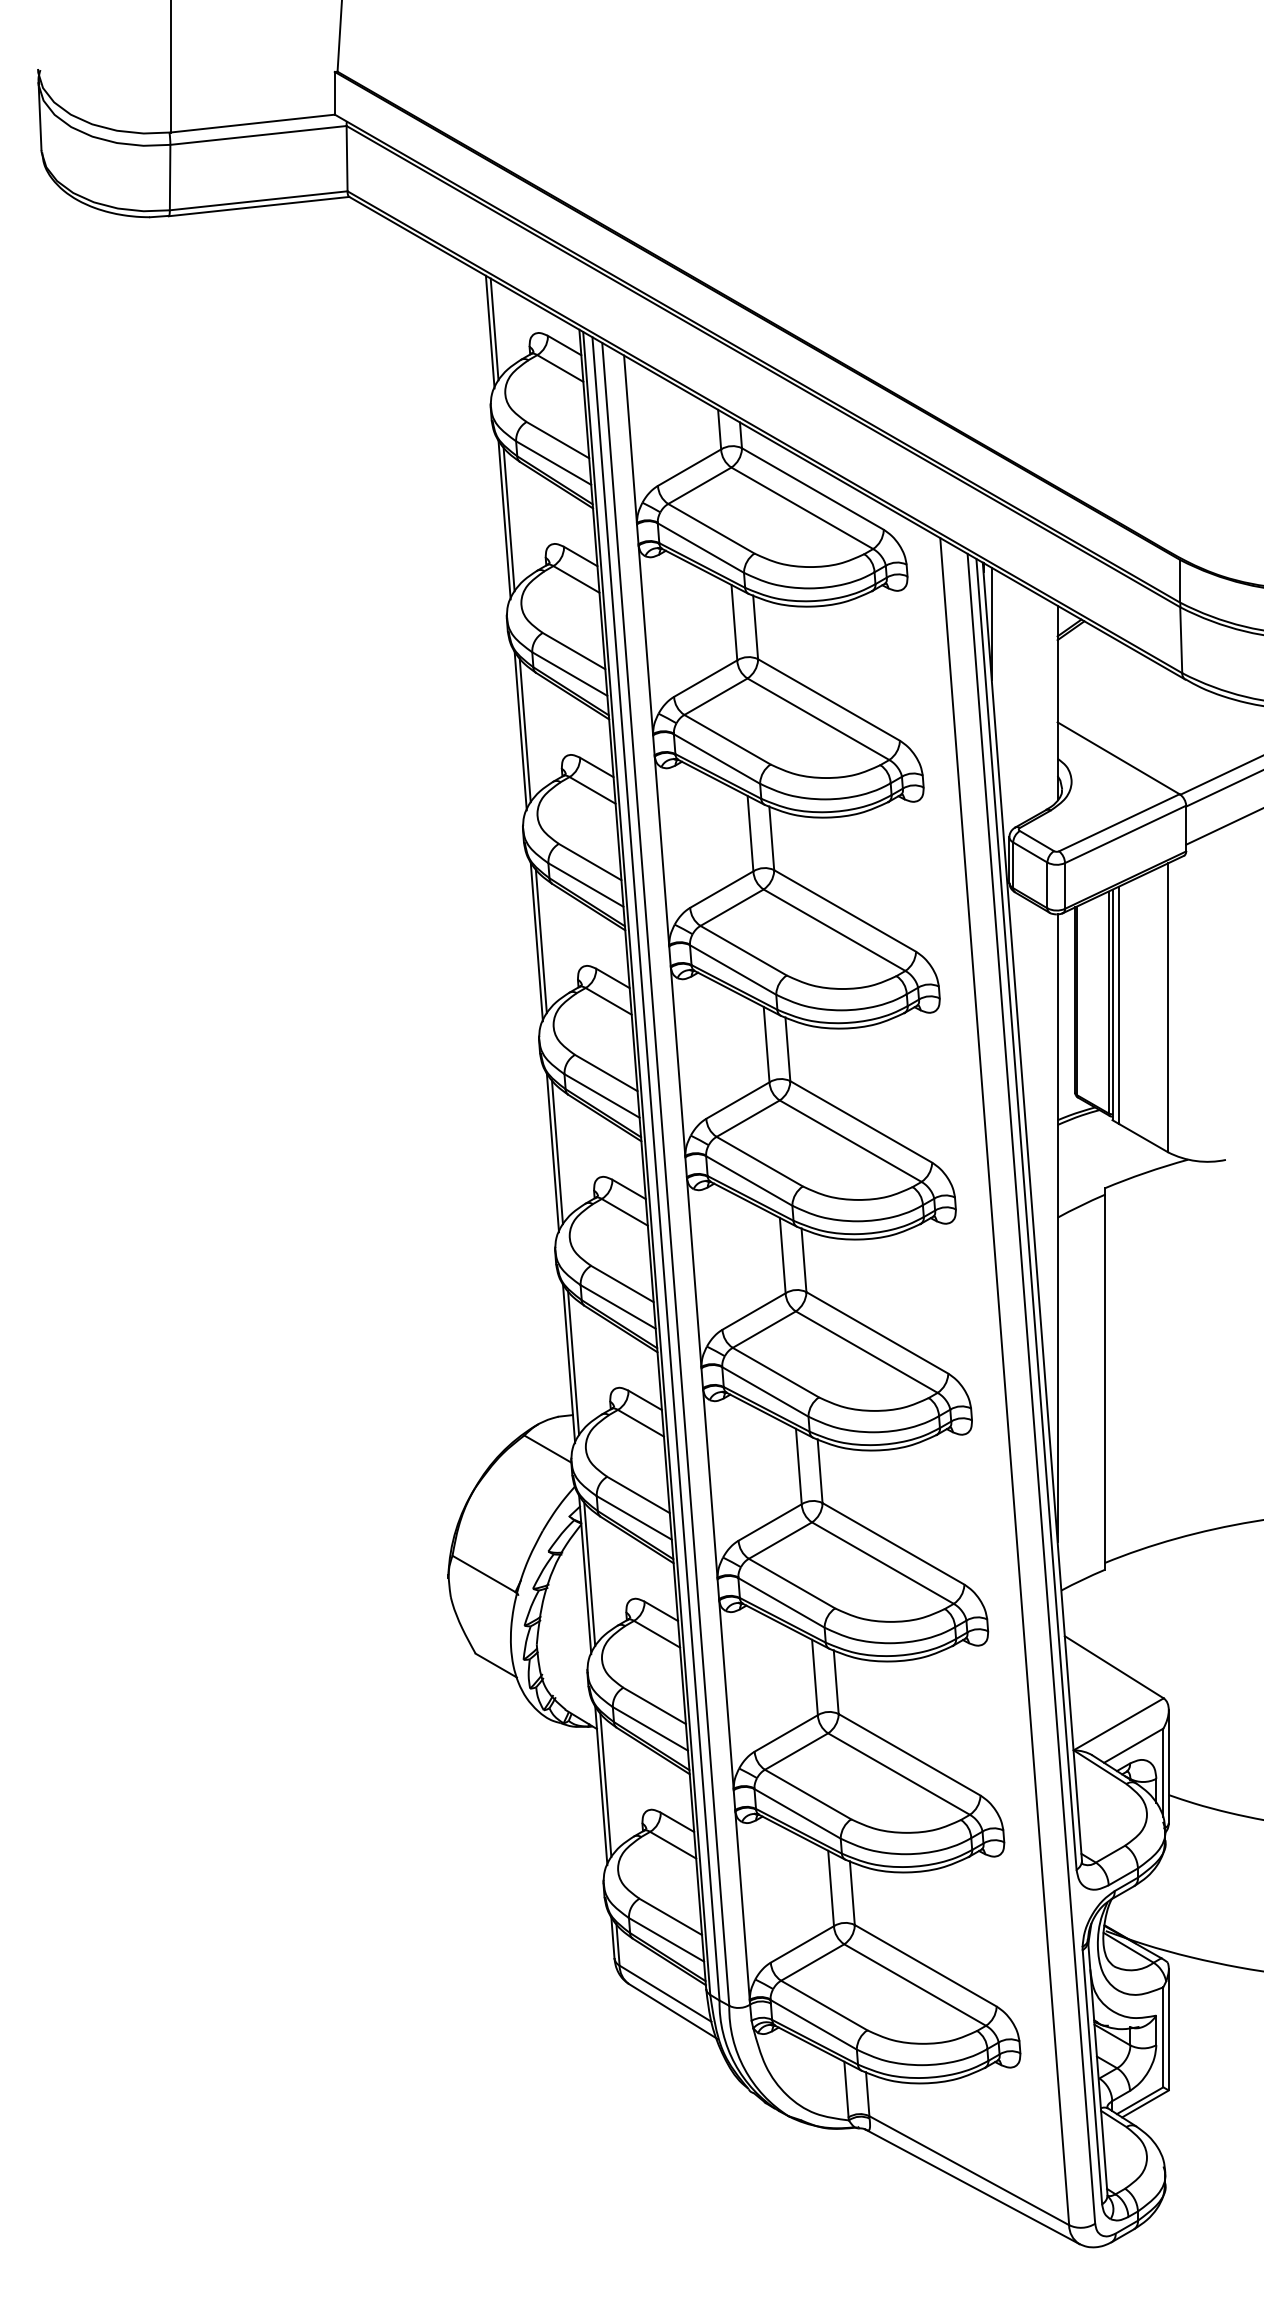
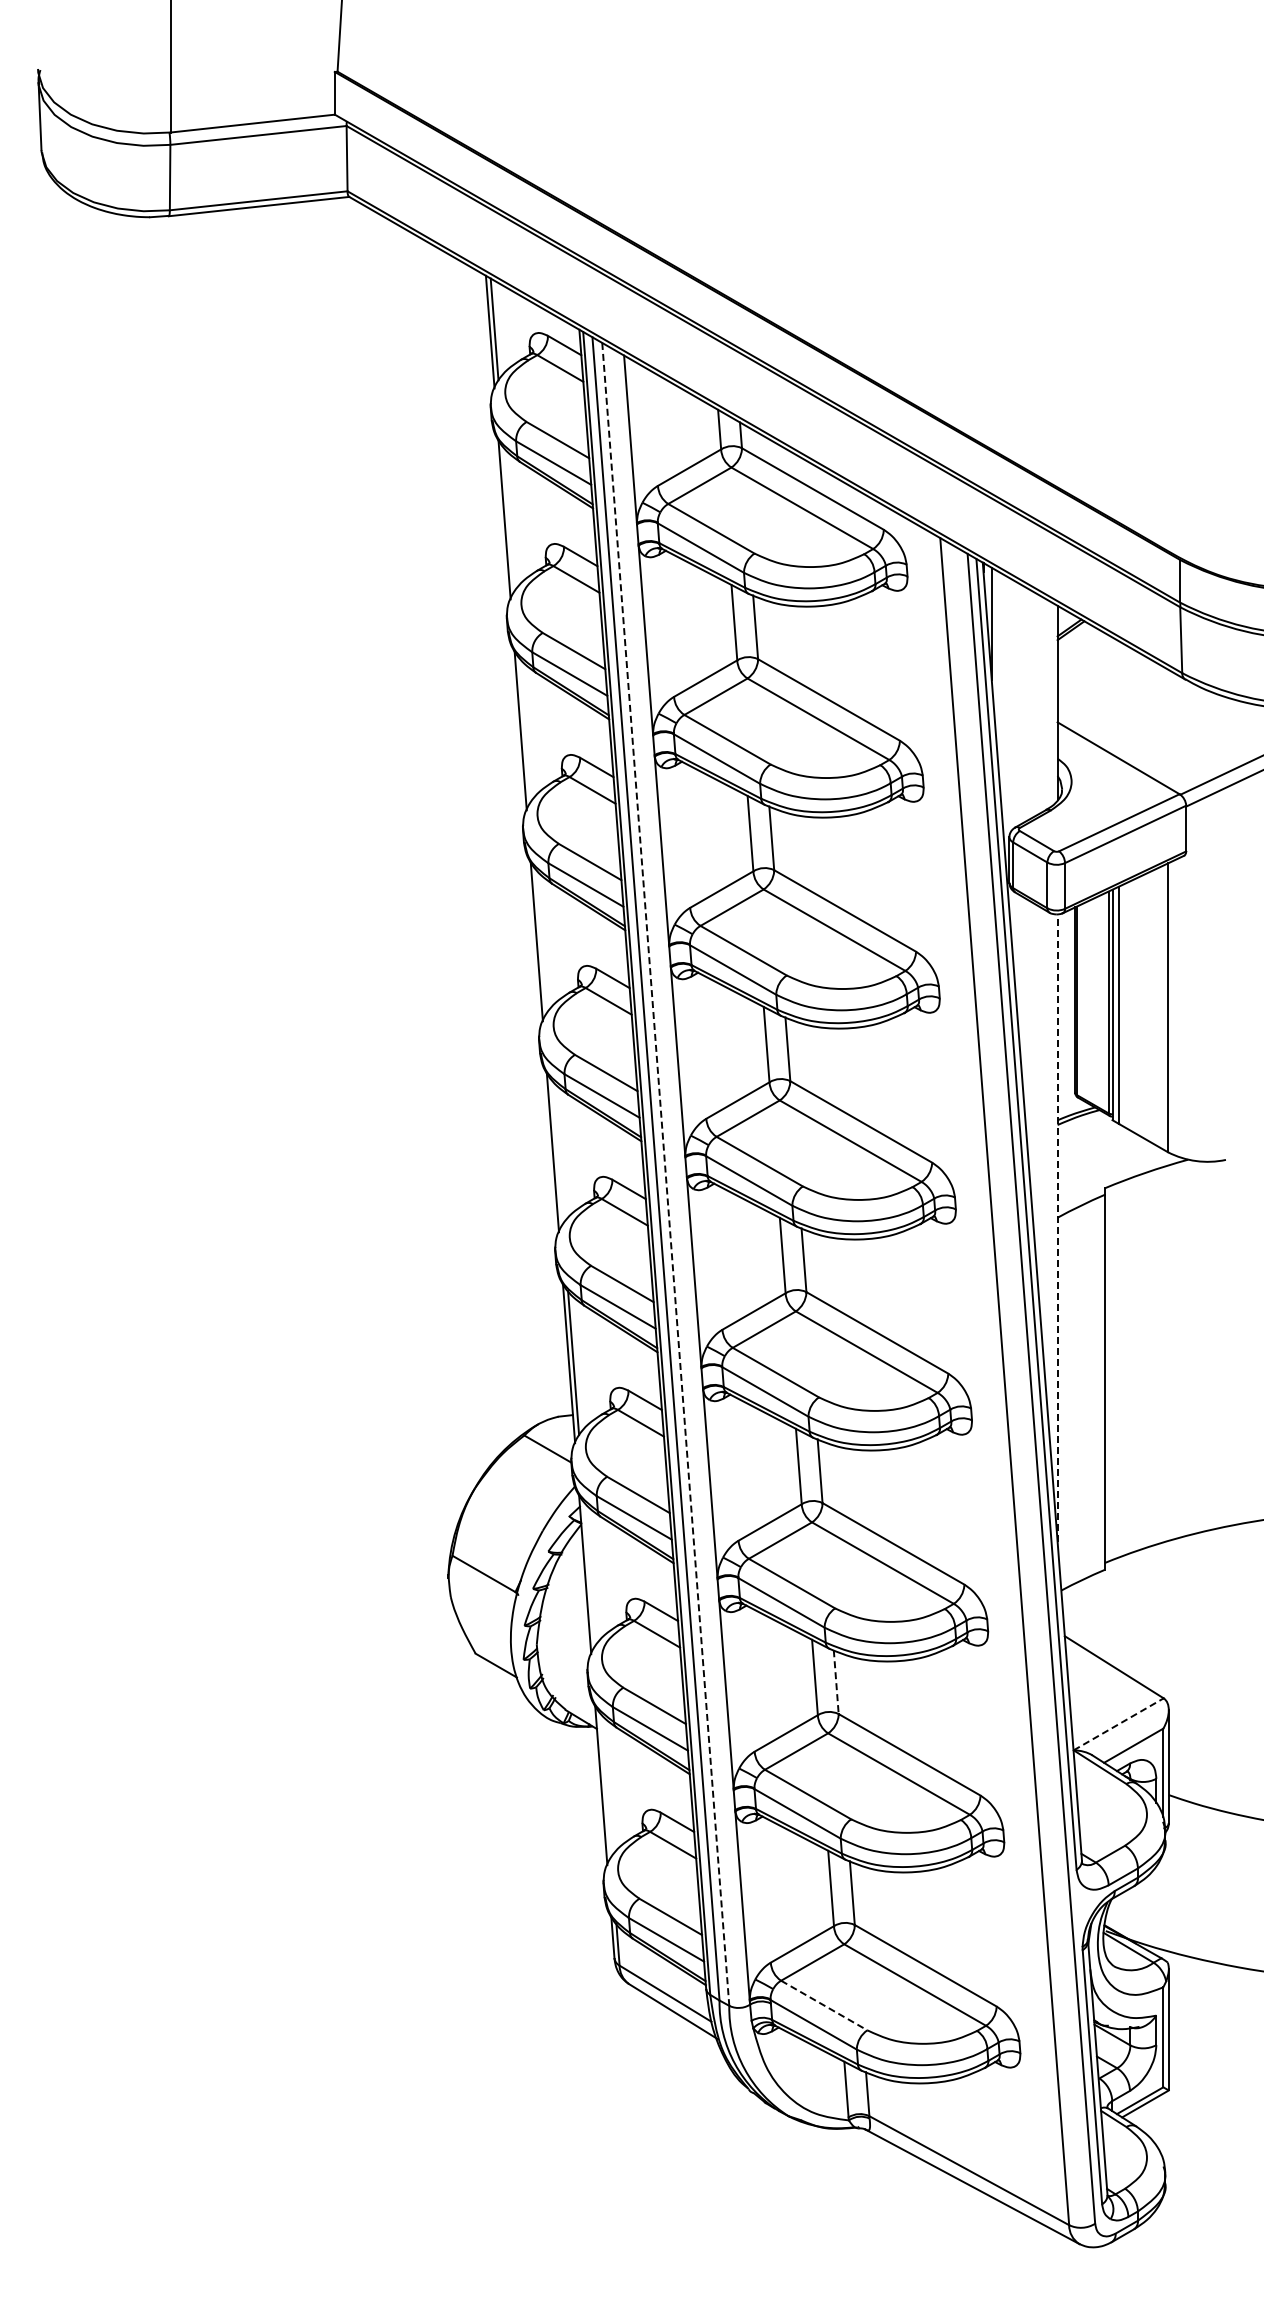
line at (508, 519): present -> none
line at (524, 730): present -> none
line at (1223, 826): present -> none
line at (540, 941): present -> none
line at (556, 1152): present -> none
line at (665, 1174): solid -> dashed
line at (1057, 1228): solid -> dashed
line at (589, 1574): present -> none
line at (836, 1682): solid -> dashed
line at (1118, 1724): solid -> dashed
line at (605, 1785): present -> none
line at (824, 2005): solid -> dashed
